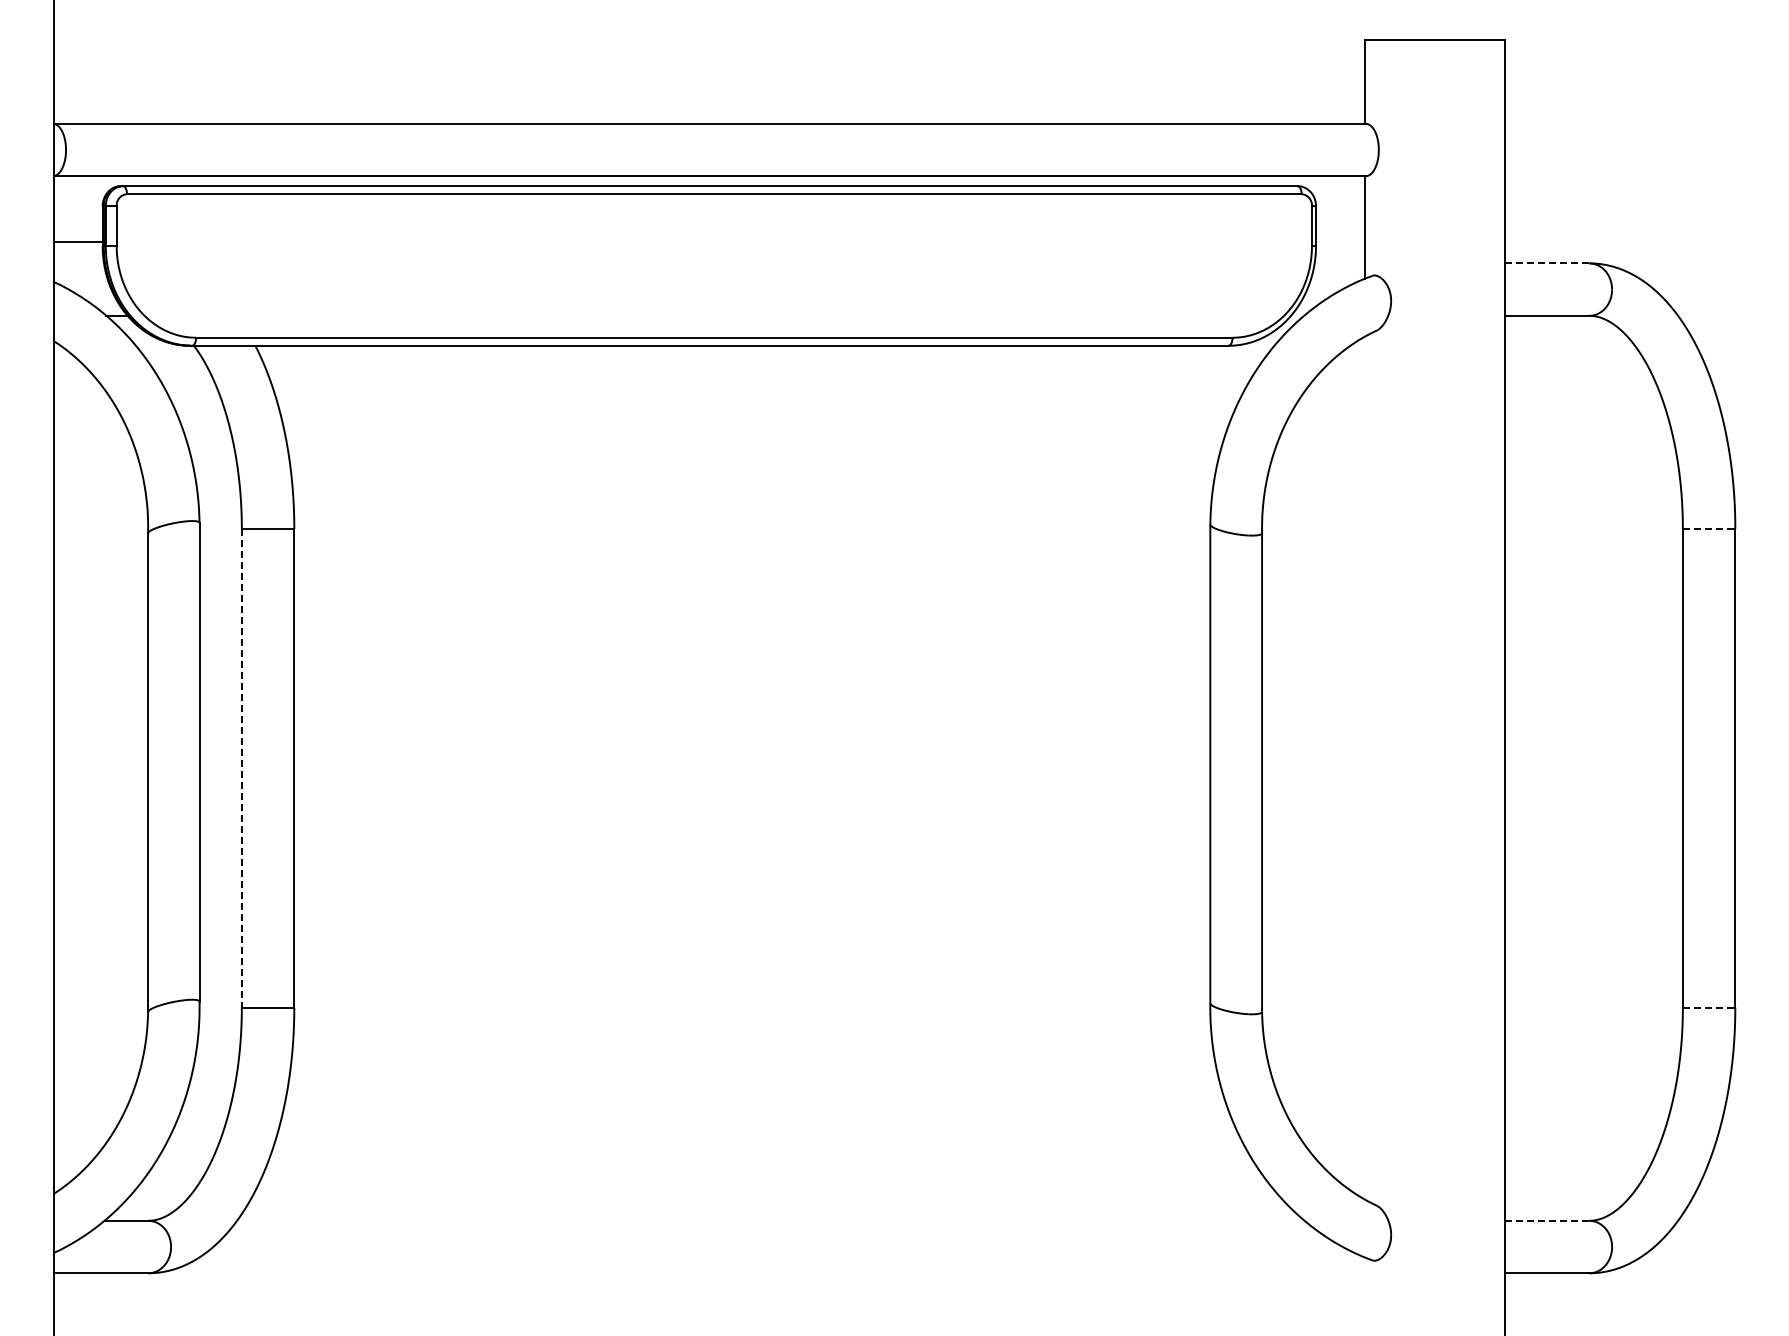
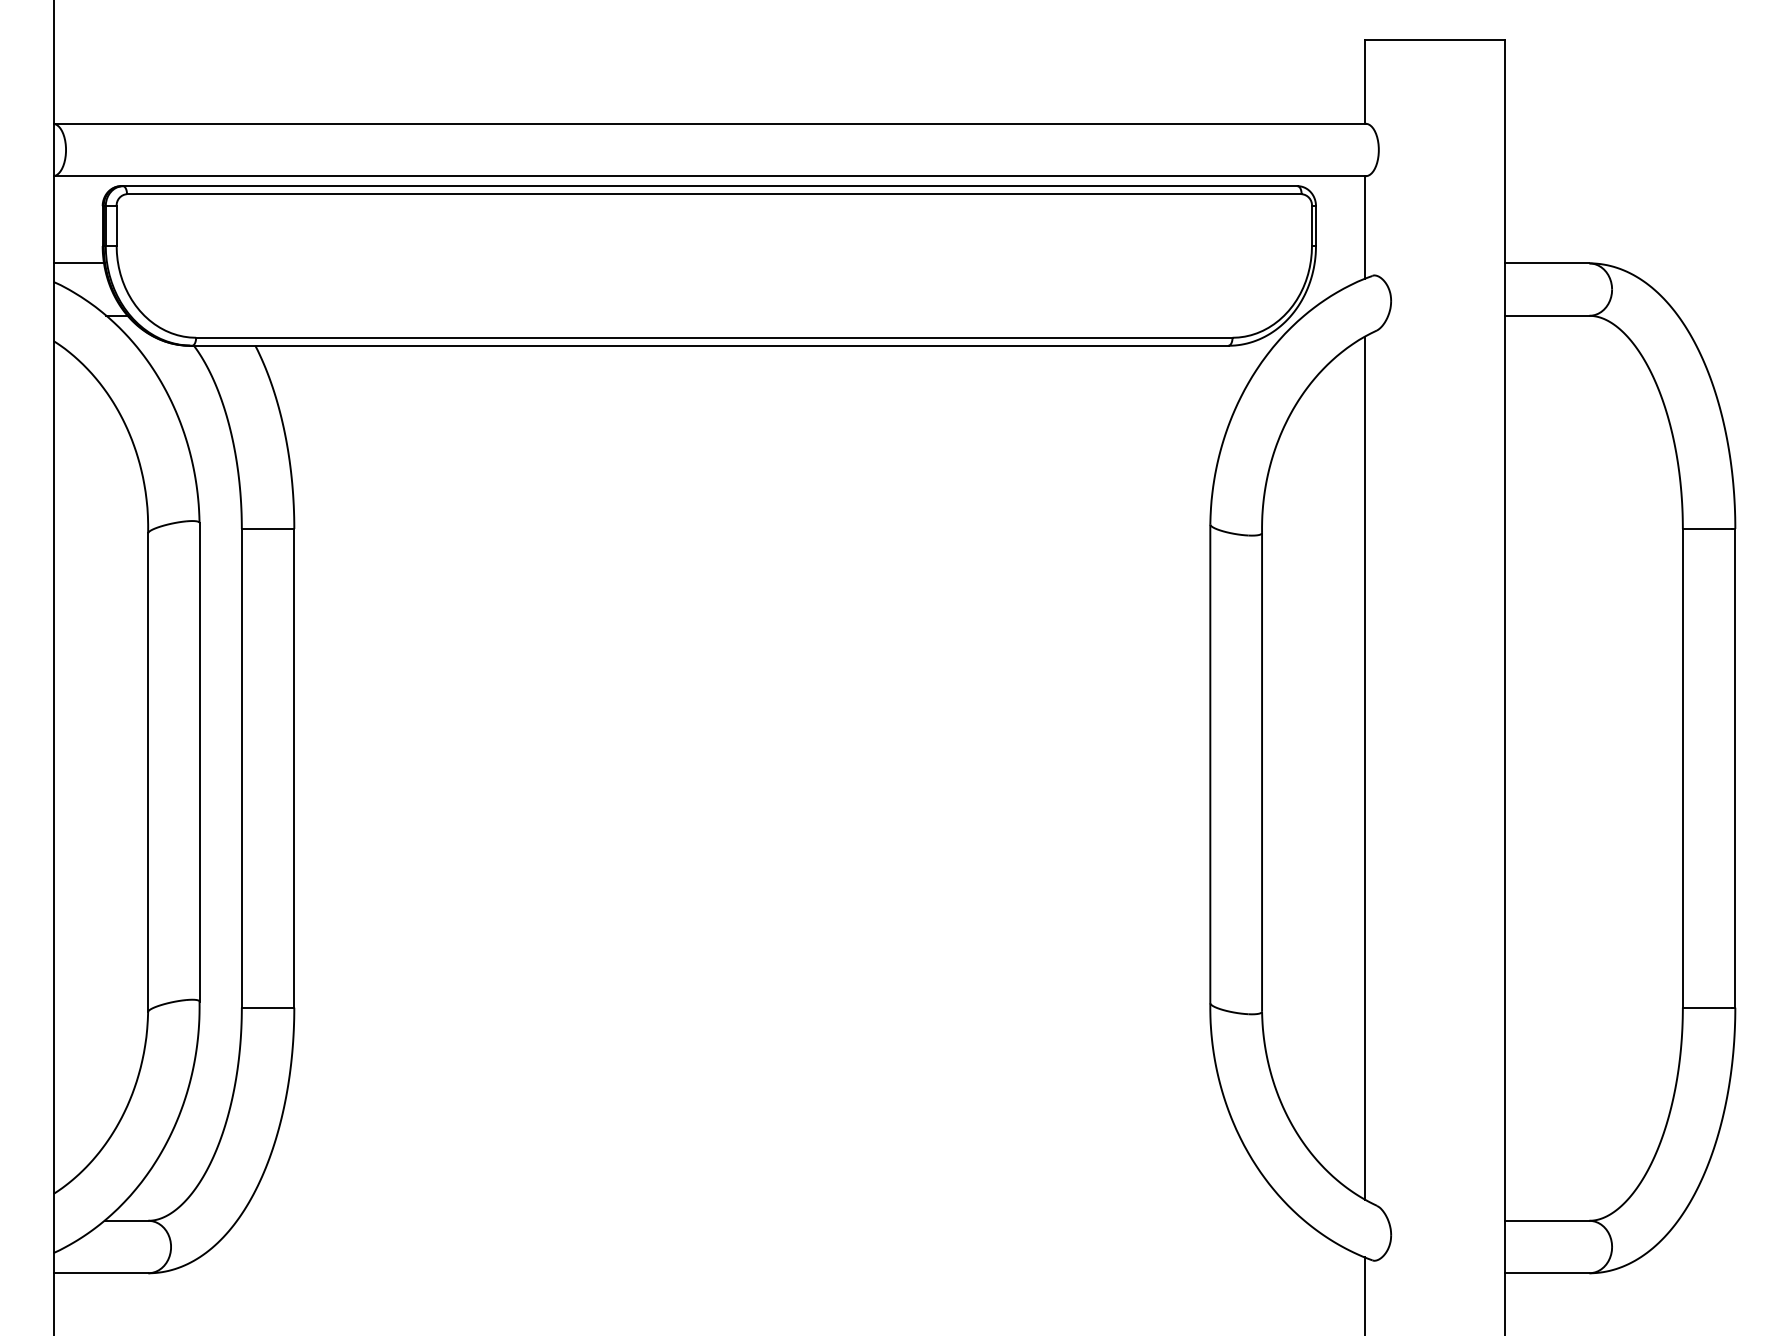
line at (78, 242) position: (78, 242) -> (78, 263)
line at (1546, 263): dashed -> solid
line at (1707, 528): dashed -> solid
line at (1365, 767): none -> present
line at (241, 768): dashed -> solid
line at (1707, 1007): dashed -> solid
line at (1546, 1220): dashed -> solid
line at (1365, 1294): none -> present
